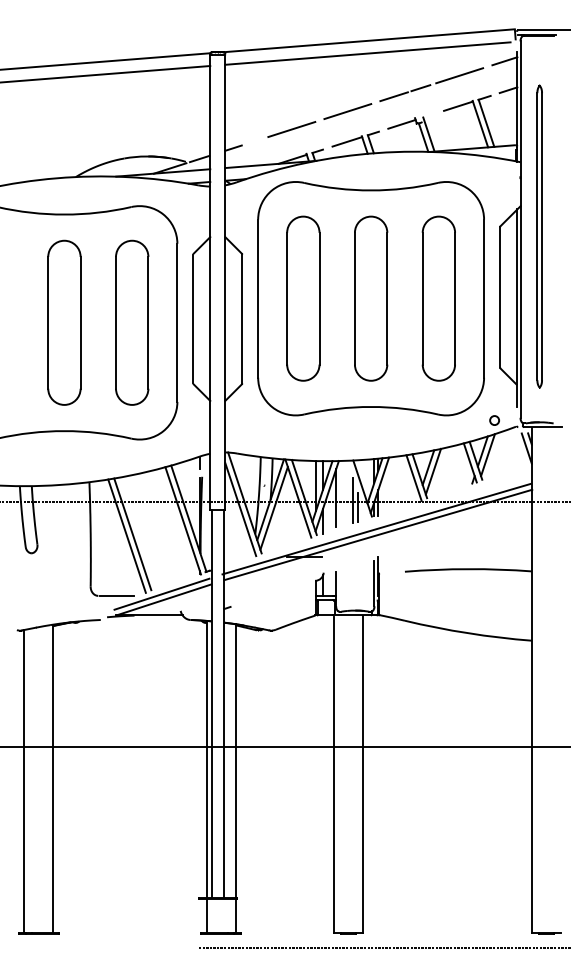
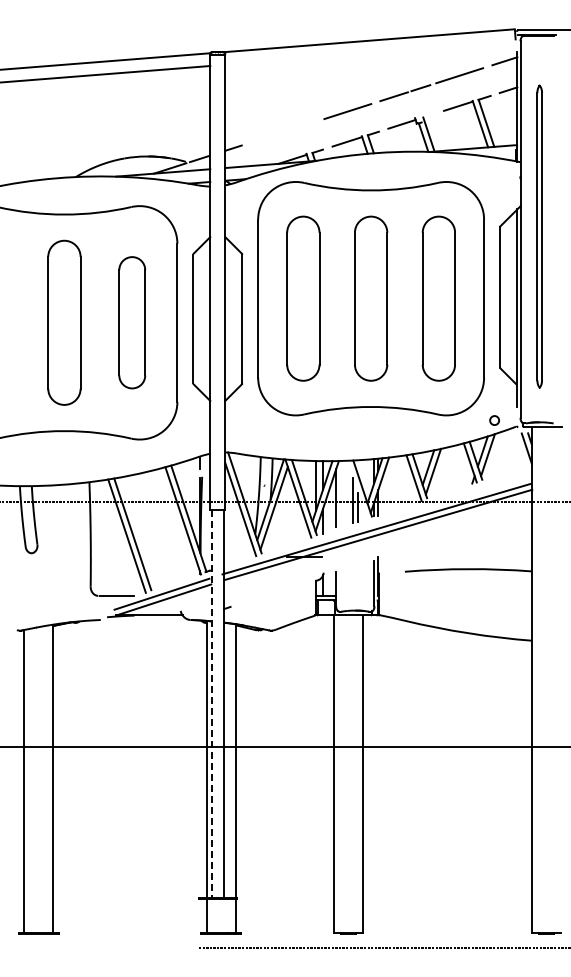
line at (367, 53): present -> none
line at (291, 129): present -> none
part at (132, 322) size: 35x167 px -> 29x134 px
line at (211, 704): solid -> dashed
